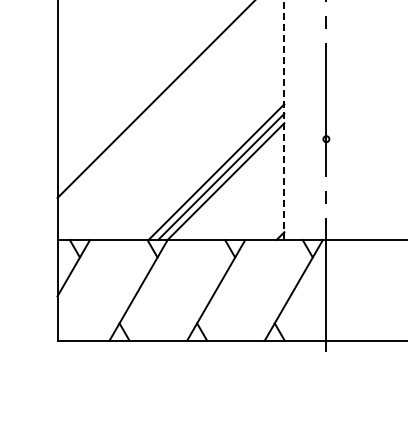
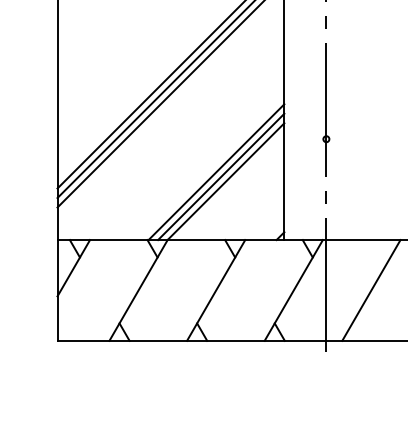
line at (150, 95): none -> present
line at (159, 104): none -> present
line at (284, 120): dashed -> solid
line at (371, 290): none -> present
